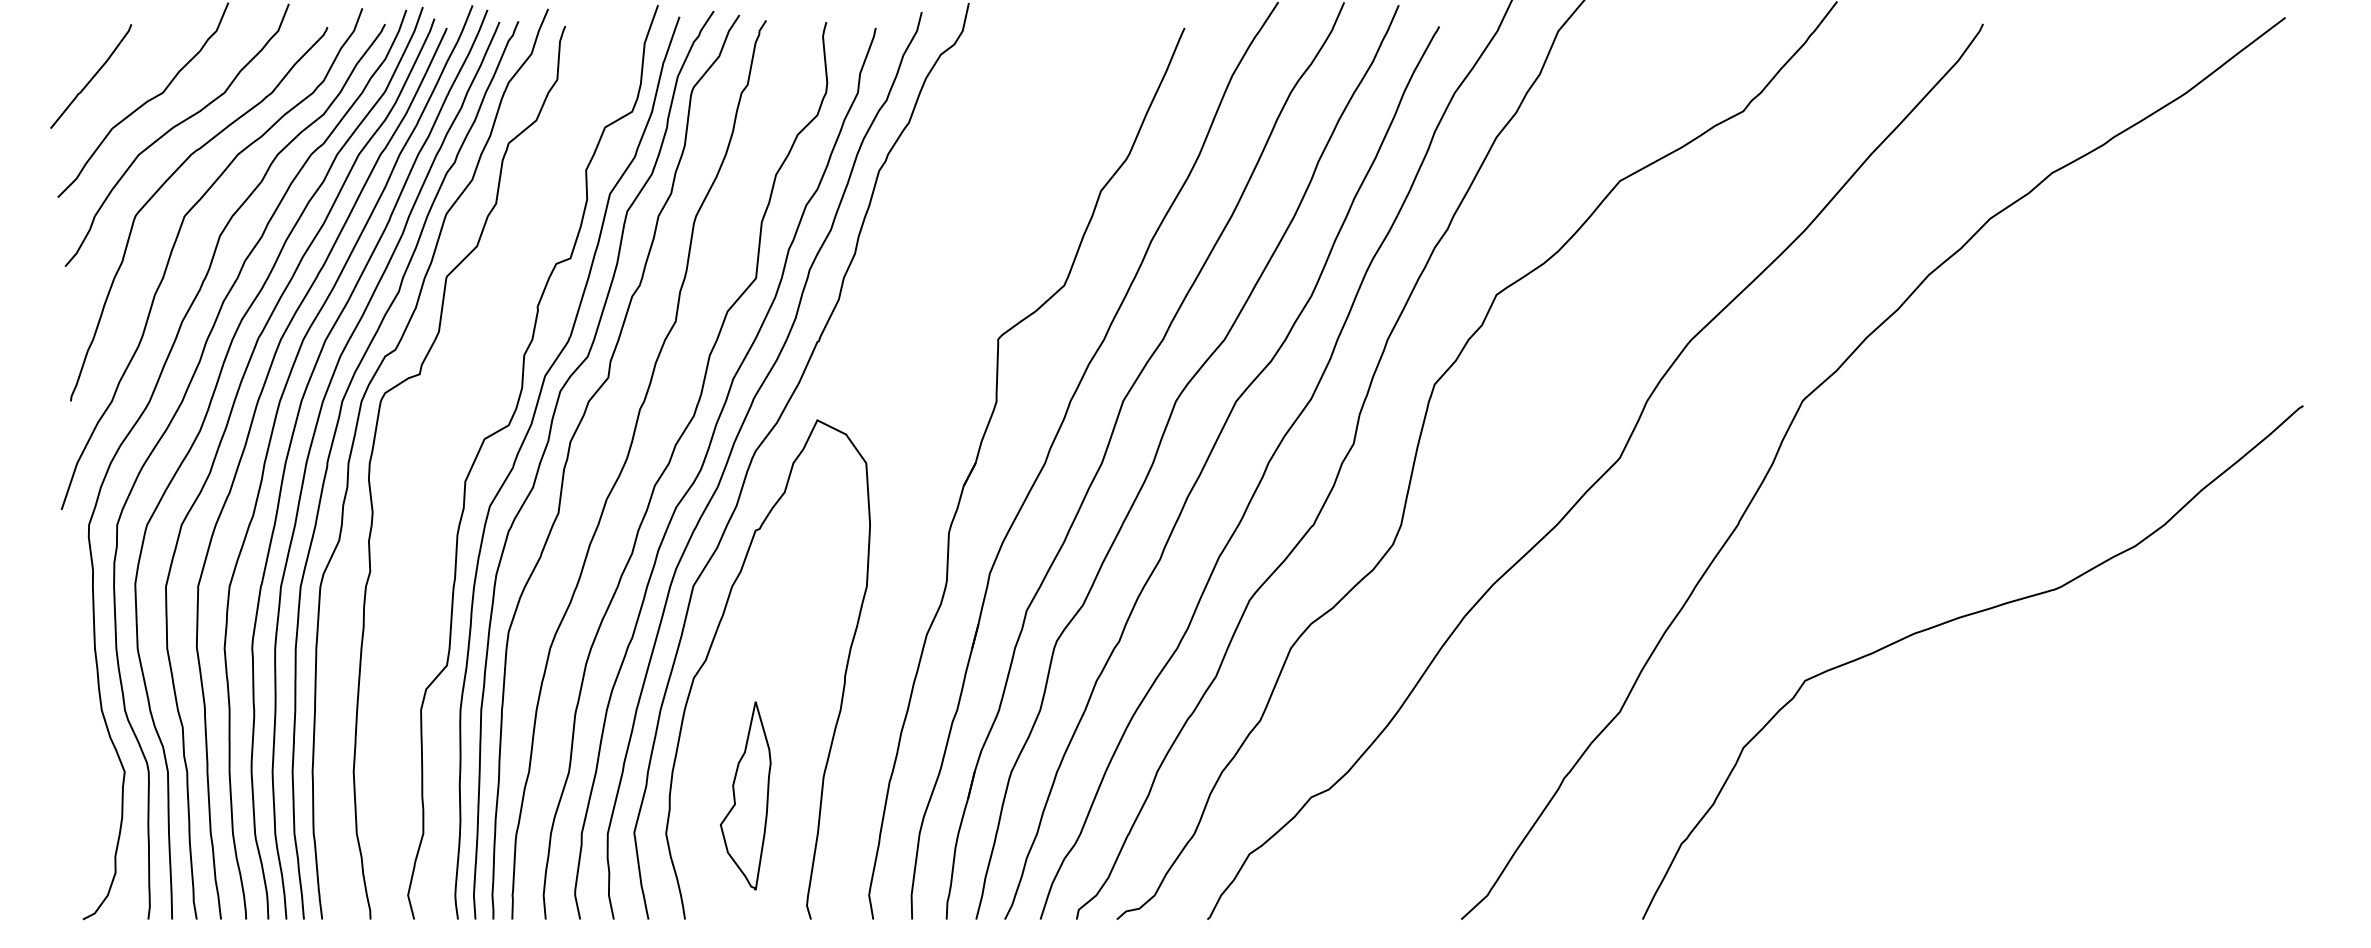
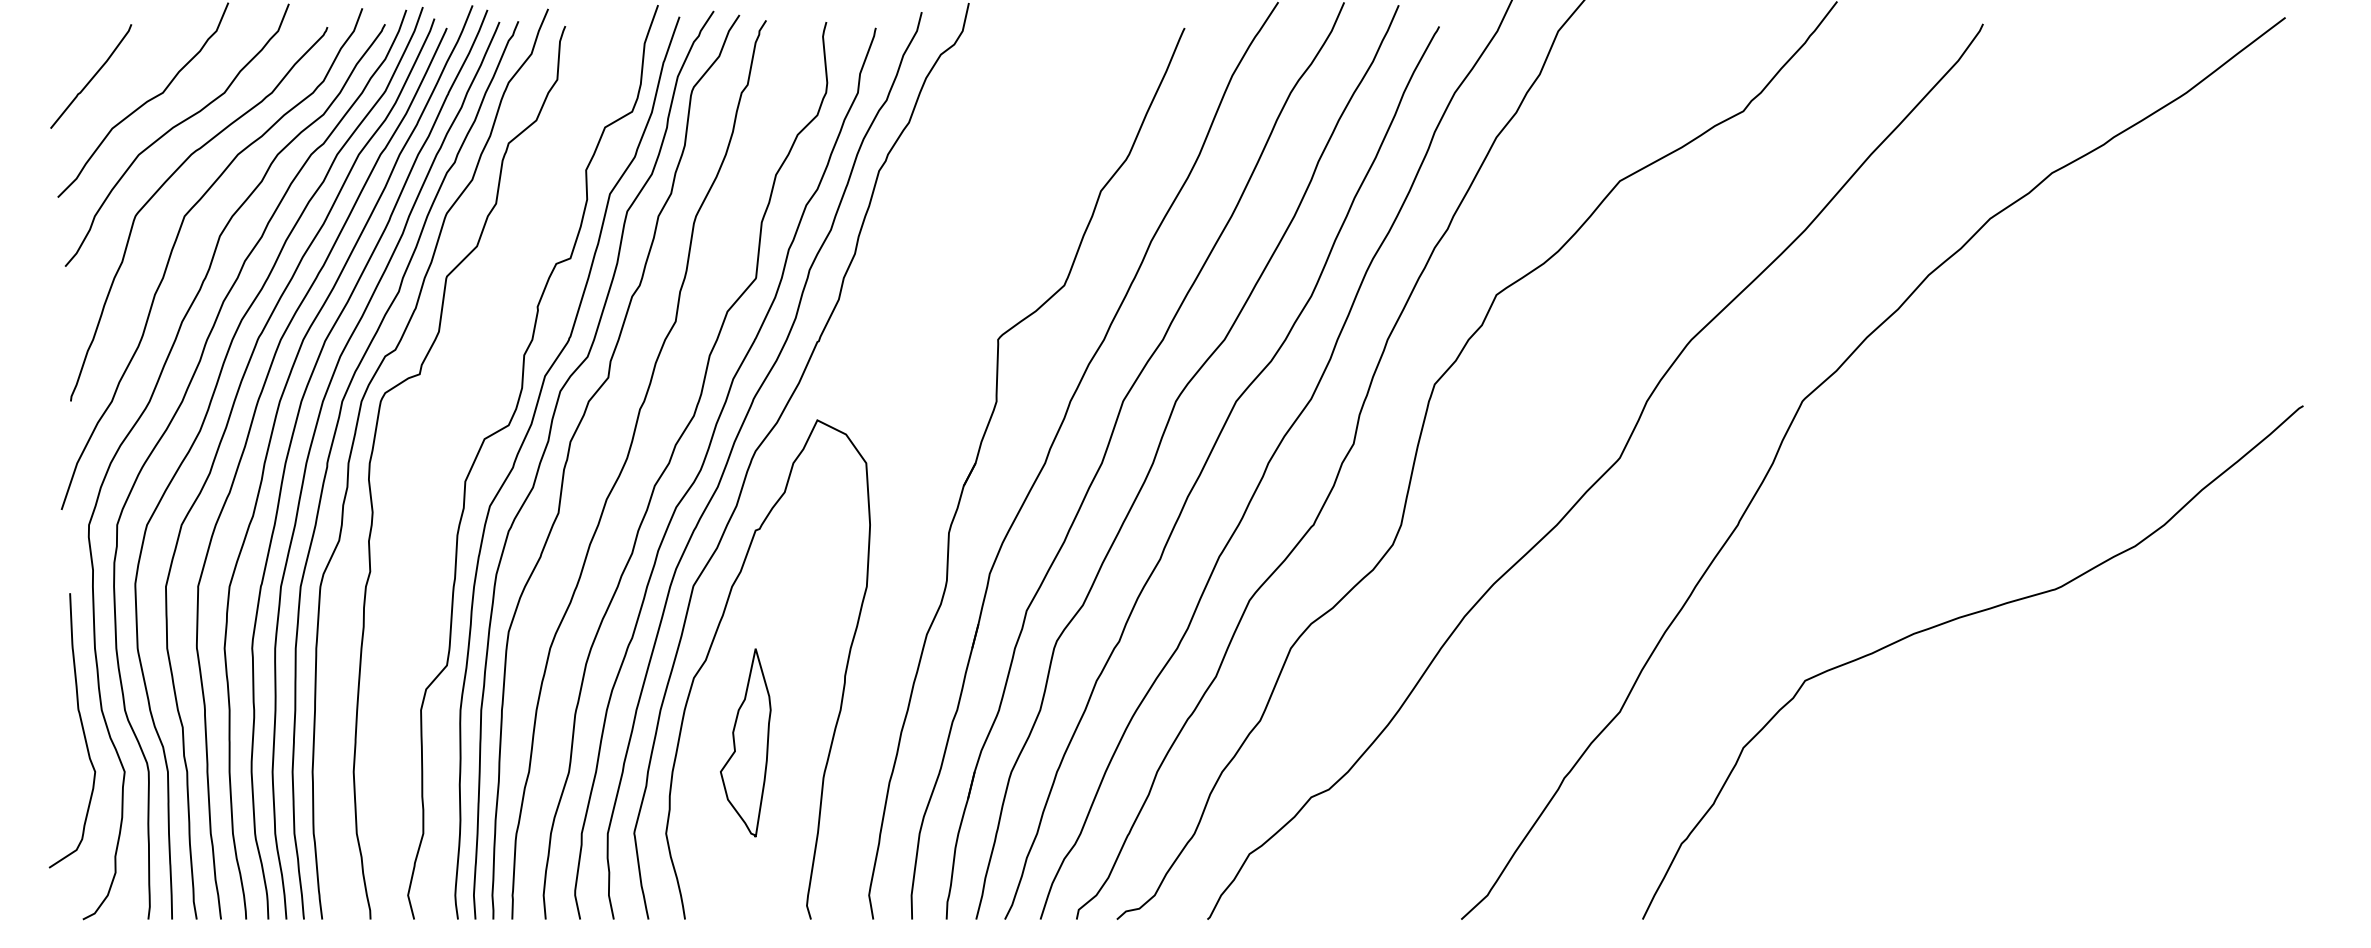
curve at (81, 727): none -> present
part at (745, 795) position: (745, 795) -> (745, 742)
